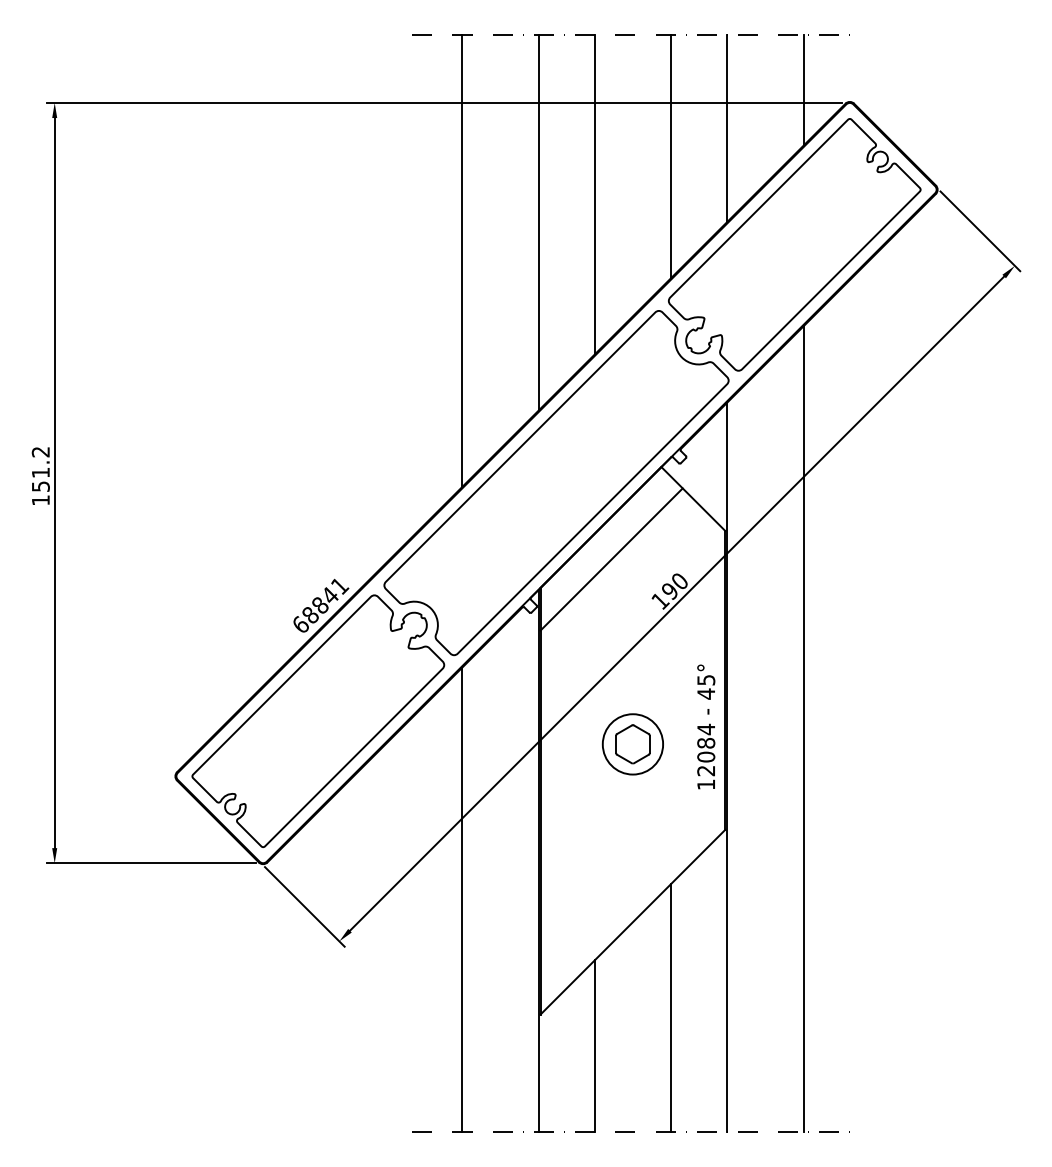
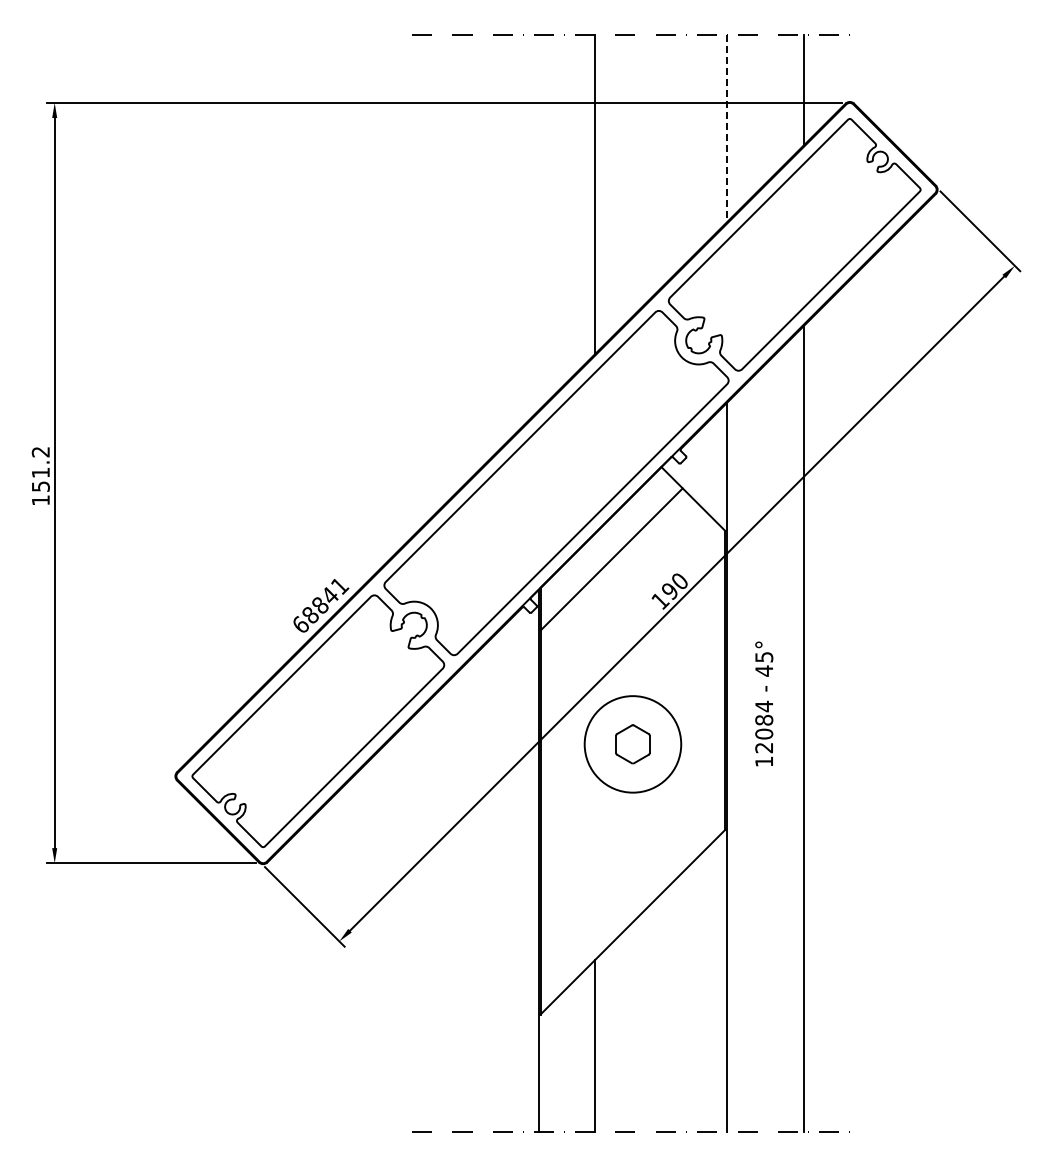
line at (727, 128): solid -> dashed
line at (670, 156): present -> none
line at (538, 222): present -> none
line at (462, 261): present -> none
text at (706, 726) position: (706, 726) -> (764, 703)
circle at (632, 744) diameter: 60 px -> 97 px
line at (462, 899): present -> none
line at (670, 1007): present -> none
